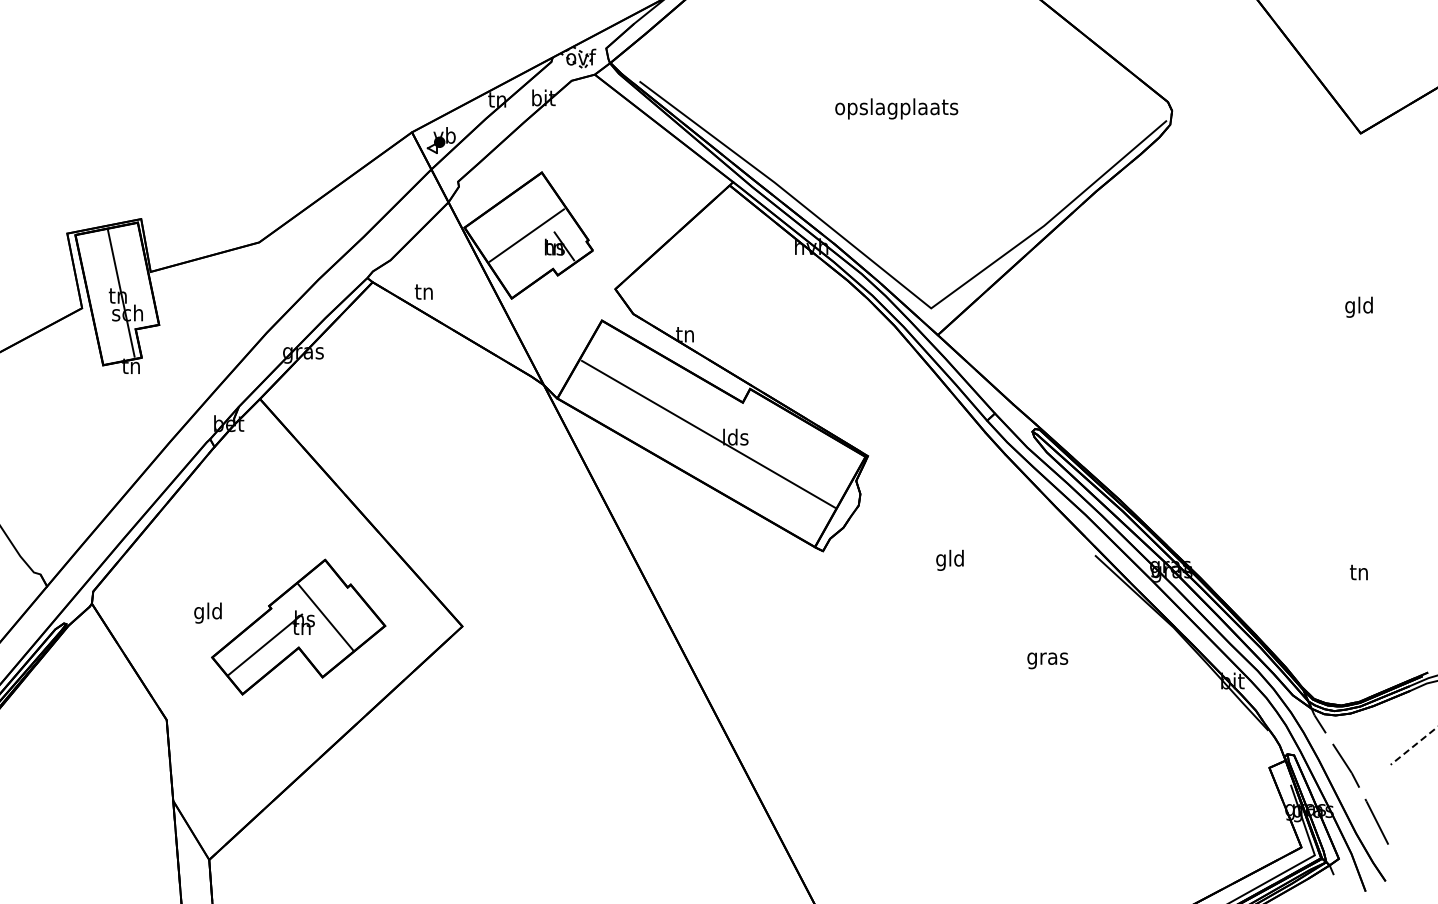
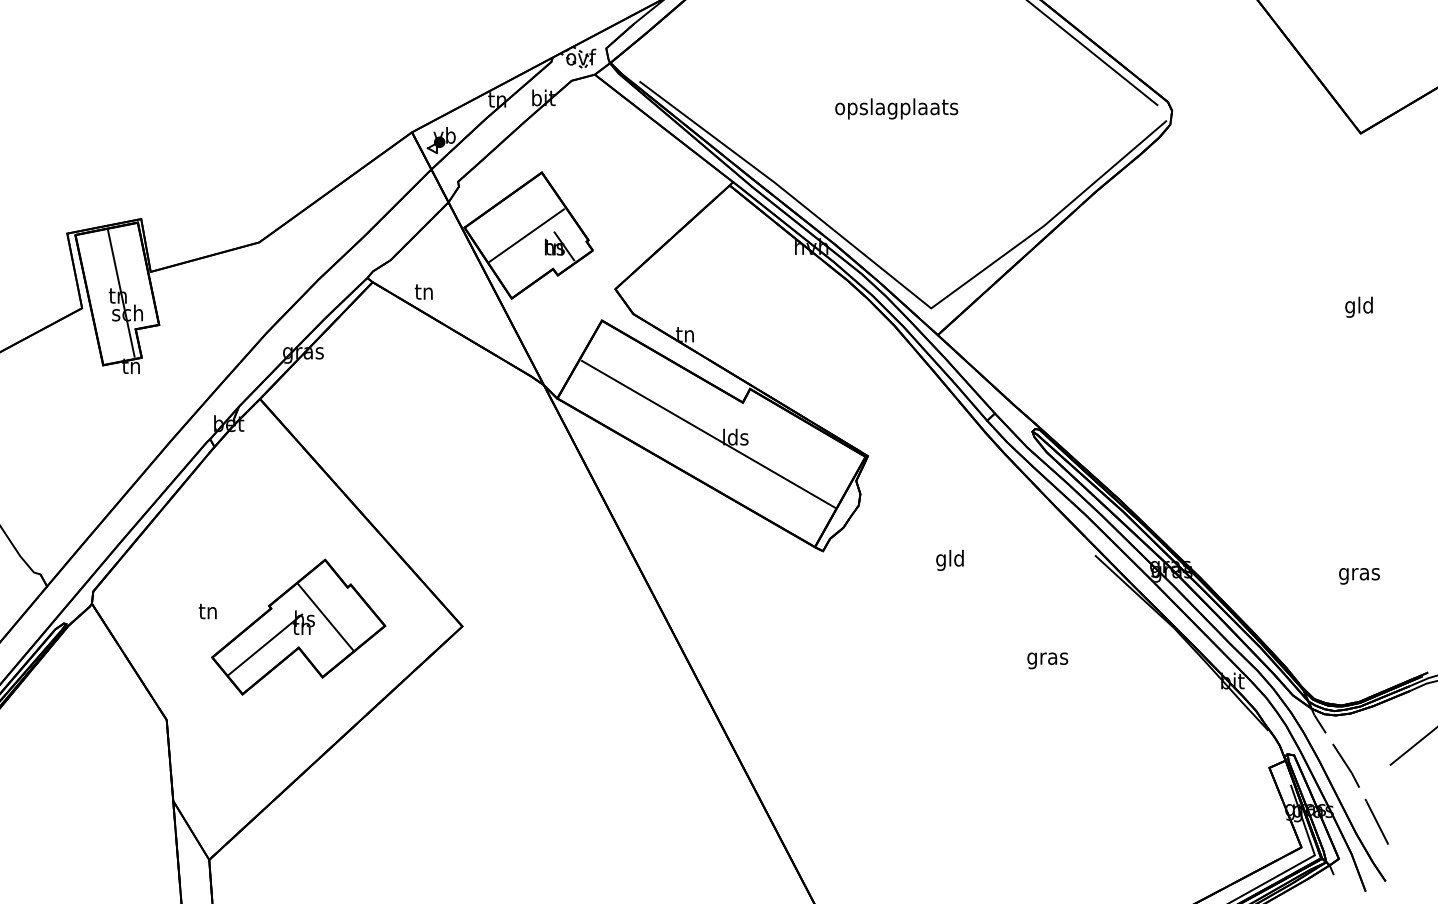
line at (1093, 53): none -> present
text at (1359, 574): tn -> gras
text at (207, 612): gld -> tn
line at (1413, 746): dashed -> solid
